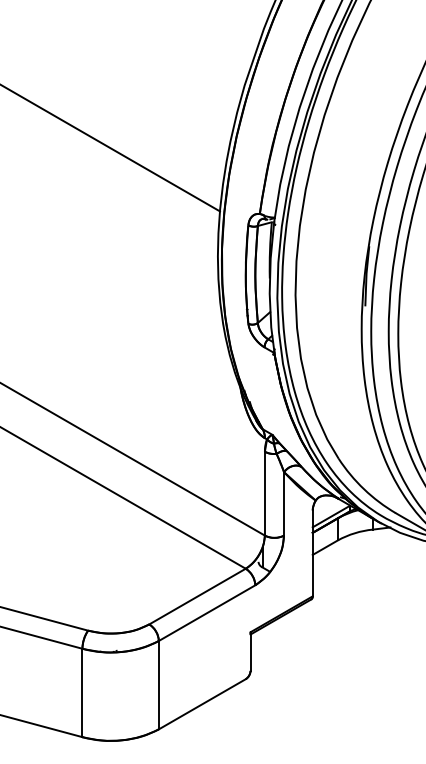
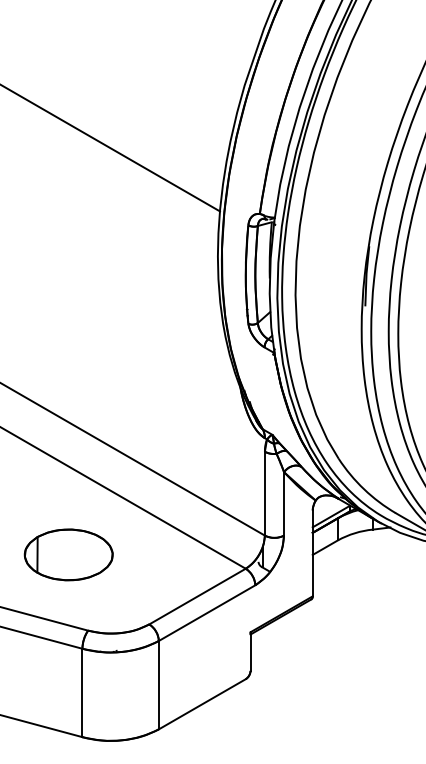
part at (68, 554): none -> present
